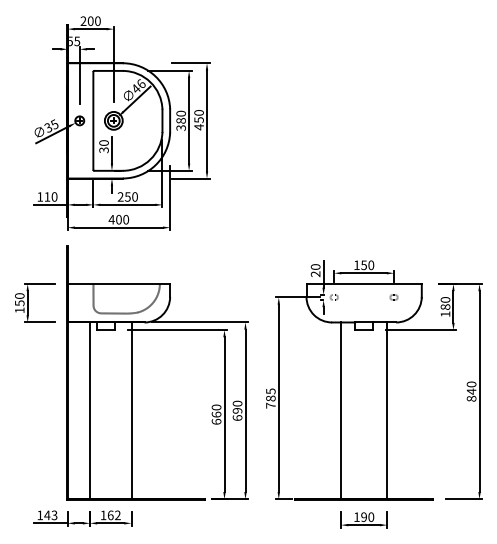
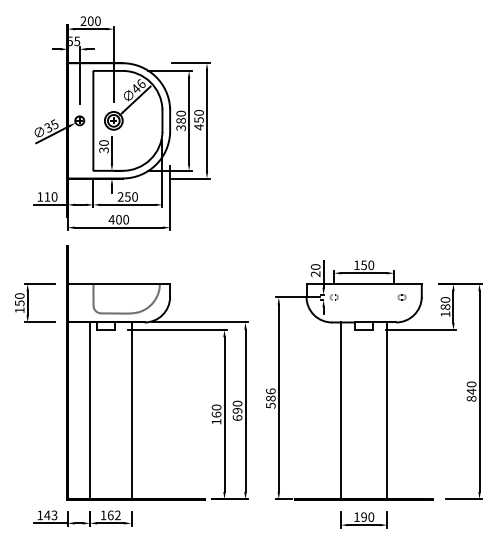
part at (393, 297) position: (393, 297) -> (401, 297)
text at (270, 398): 785 -> 586
text at (216, 421): 660 -> 160
